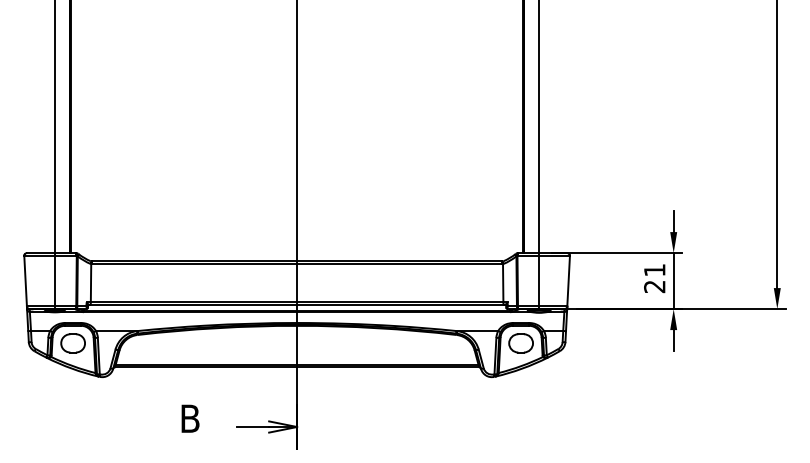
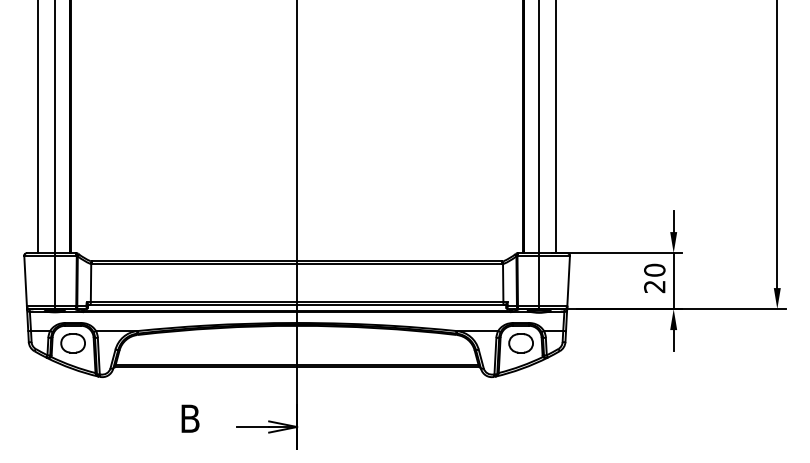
line at (38, 127): none -> present
line at (556, 127): none -> present
text at (654, 269): 21 -> 20
